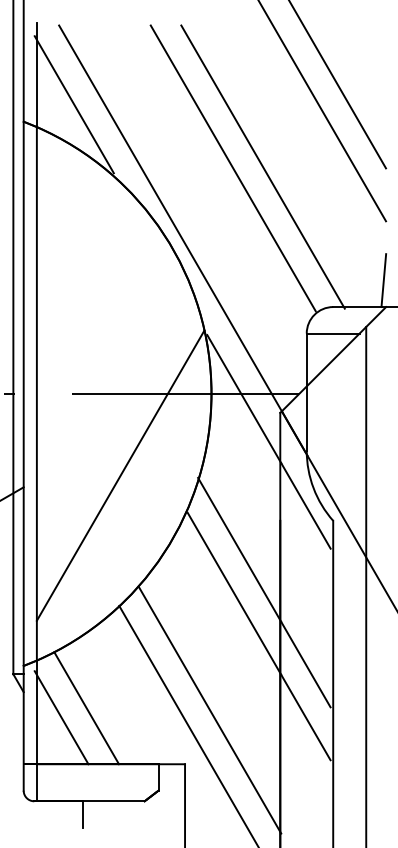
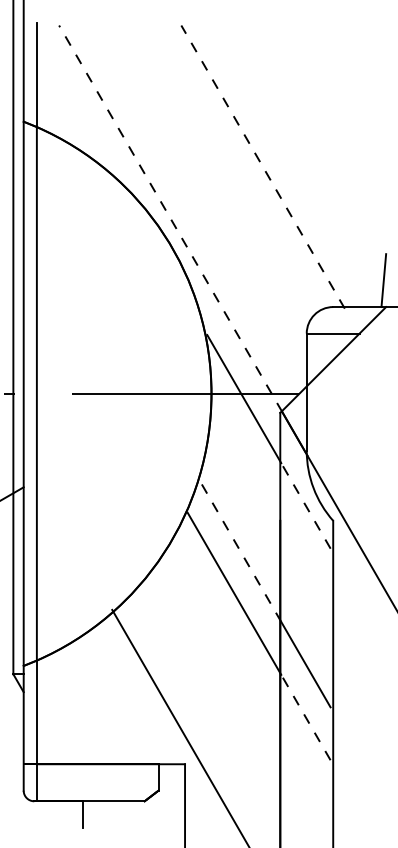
line at (338, 85): present -> none
line at (73, 104): present -> none
line at (322, 111): present -> none
line at (262, 166): solid -> dashed
line at (232, 168): present -> none
line at (170, 218): solid -> dashed
line at (120, 475): present -> none
line at (305, 505): solid -> dashed
line at (239, 549): solid -> dashed
line at (366, 585): present -> none
line at (86, 708): present -> none
line at (209, 709): present -> none
line at (61, 717): present -> none
line at (305, 717): solid -> dashed
line at (188, 724) position: (188, 724) -> (179, 726)
